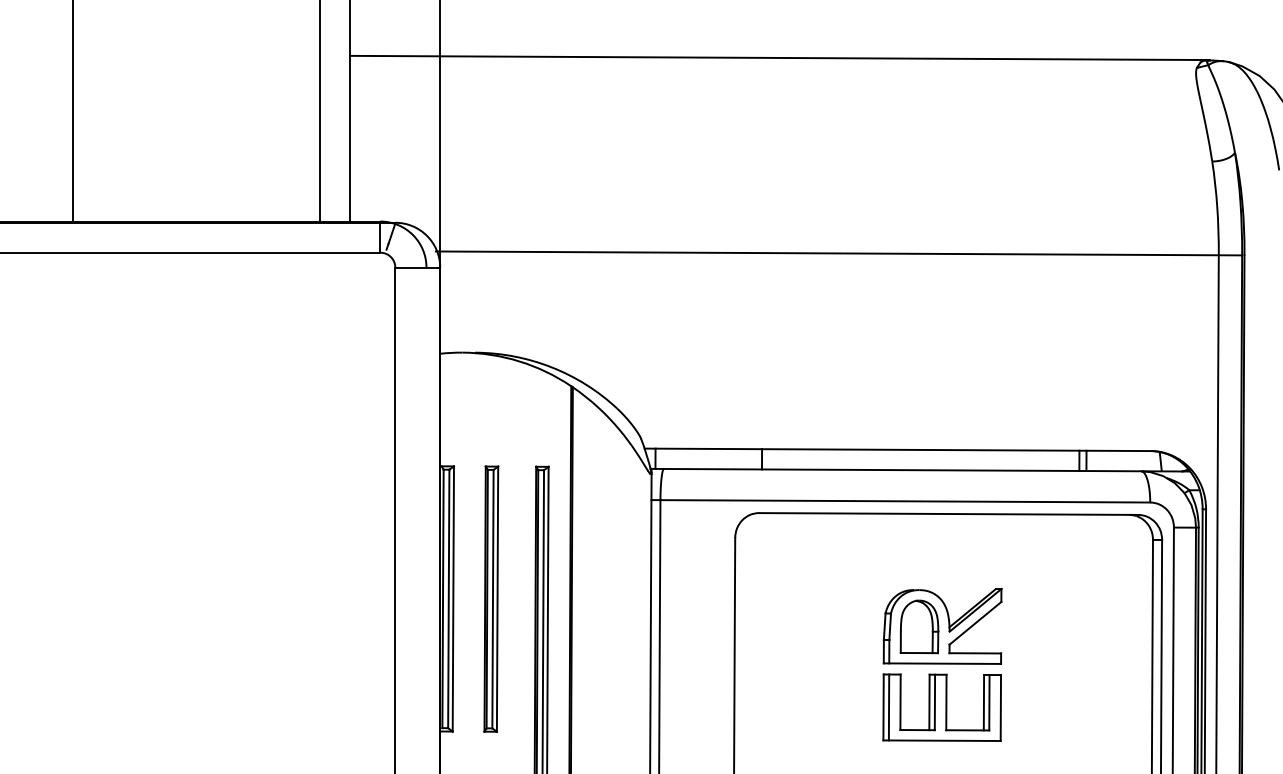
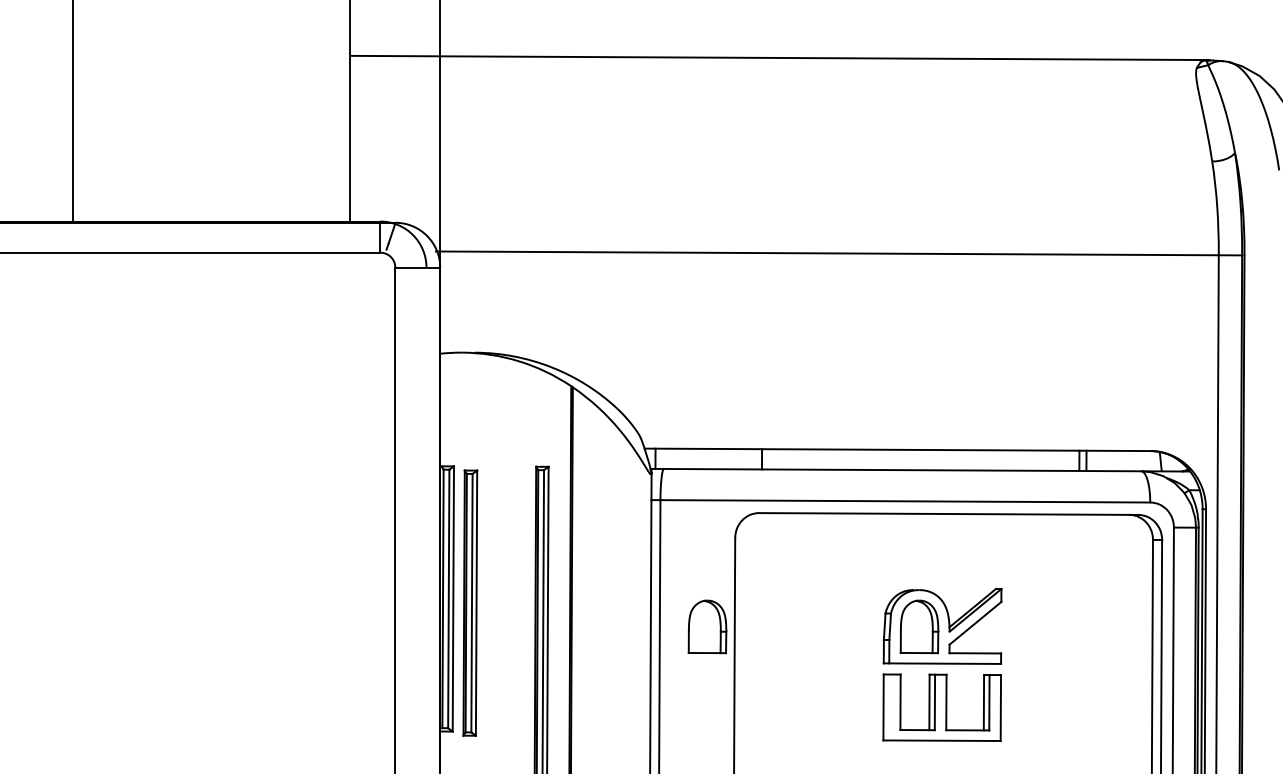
line at (320, 111): present -> none
part at (491, 598) position: (491, 598) -> (470, 602)
part at (707, 626): none -> present
line at (888, 707): present -> none
